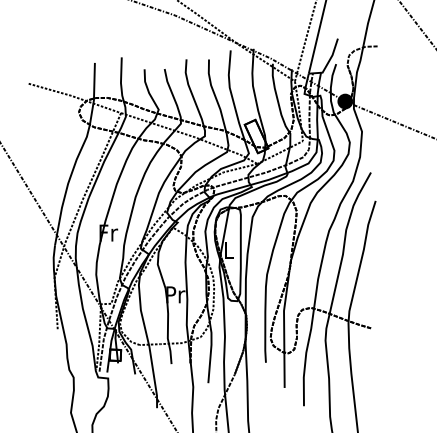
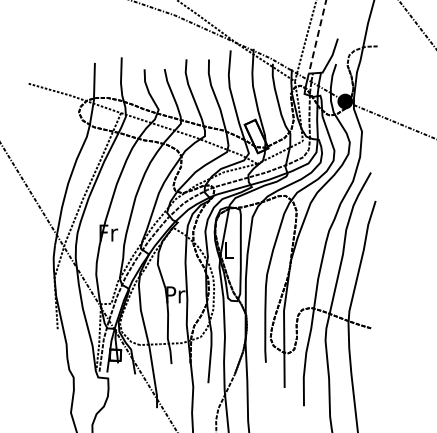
line at (317, 36): solid -> dashed
